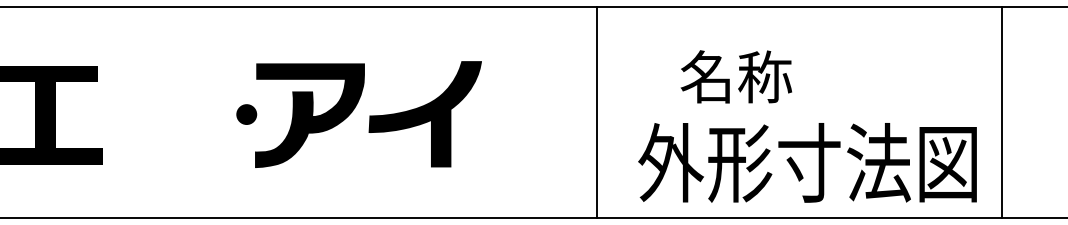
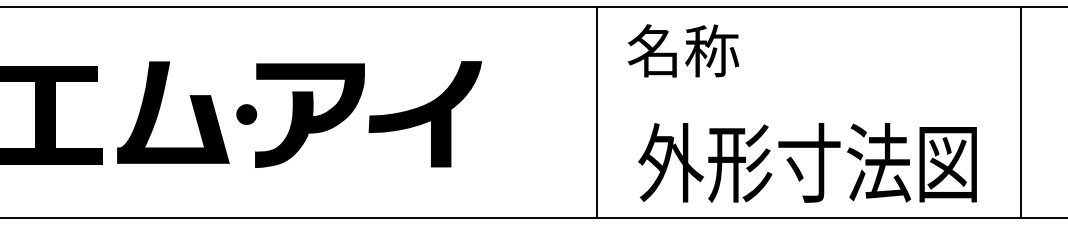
text at (735, 76) position: (735, 76) -> (682, 50)
fill at (173, 112): none -> present
line at (1001, 112) position: (1001, 112) -> (1020, 112)
